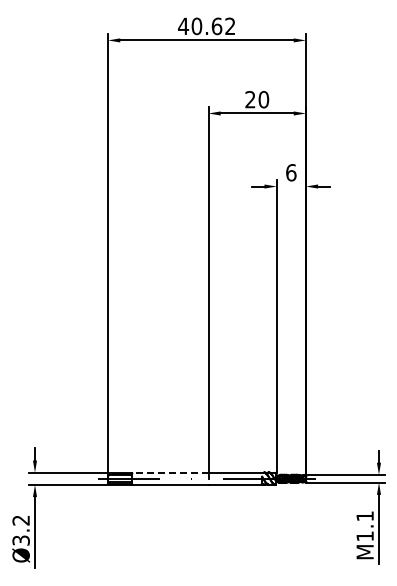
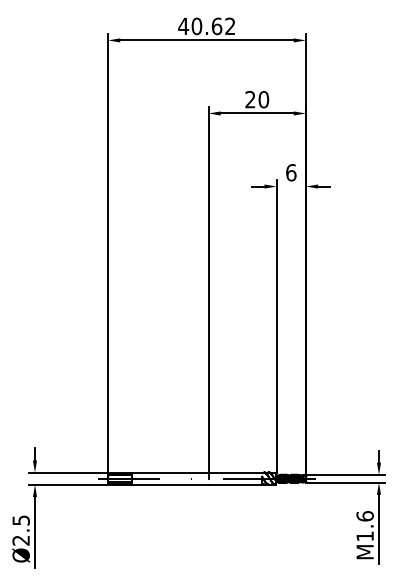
line at (169, 472): dashed -> solid
text at (364, 516): M1.1 -> M1.6
text at (20, 530): Ø3.2 -> Ø2.5
